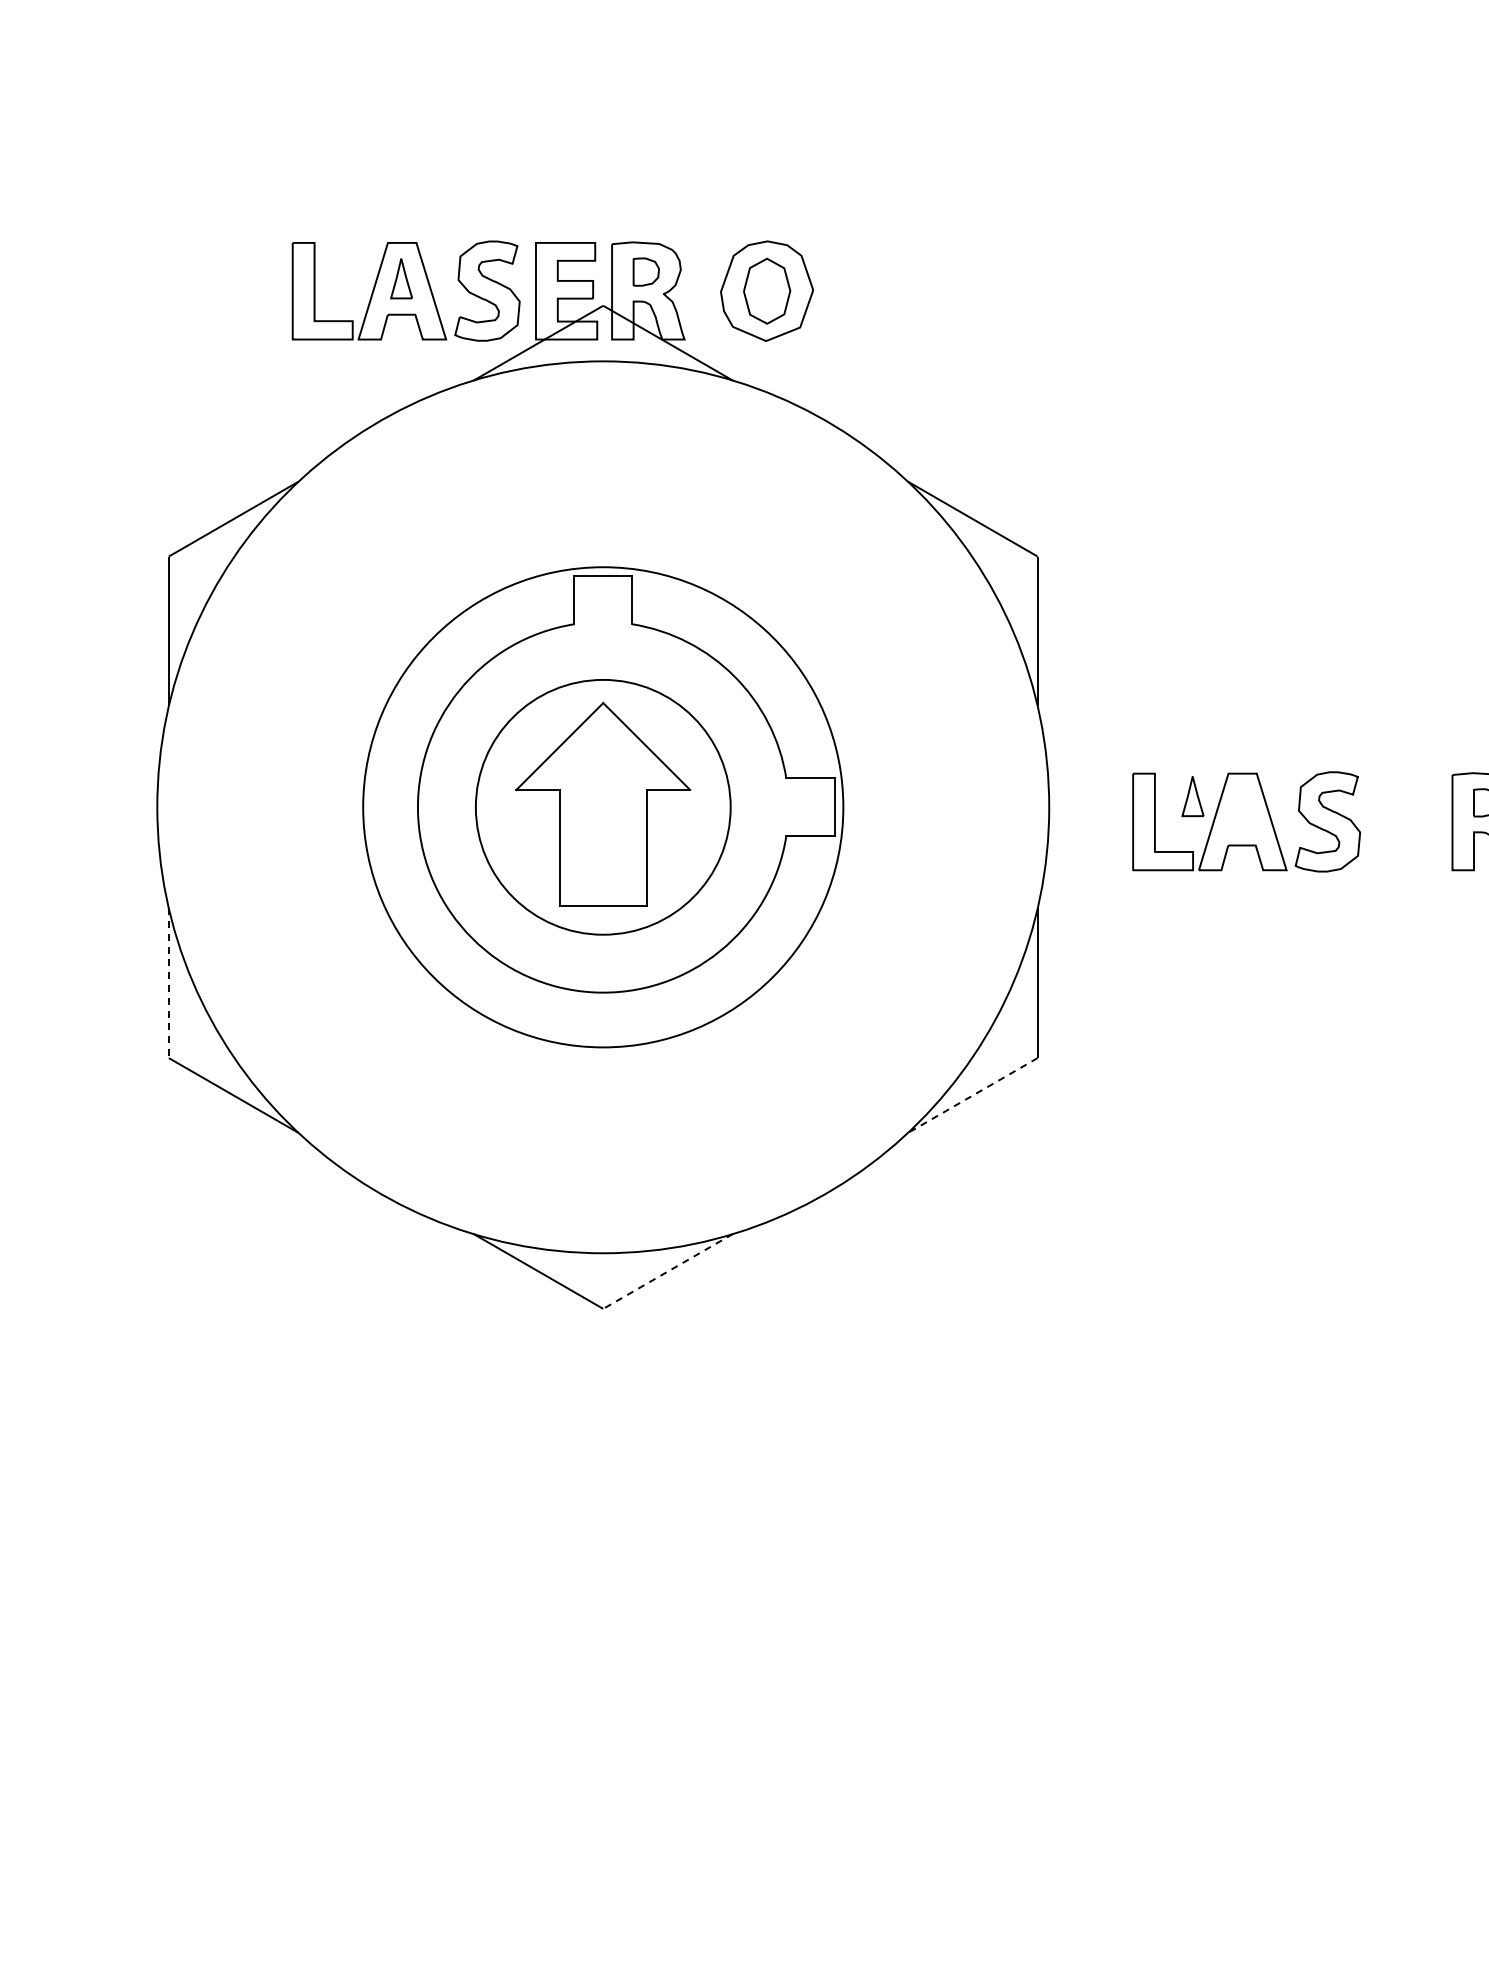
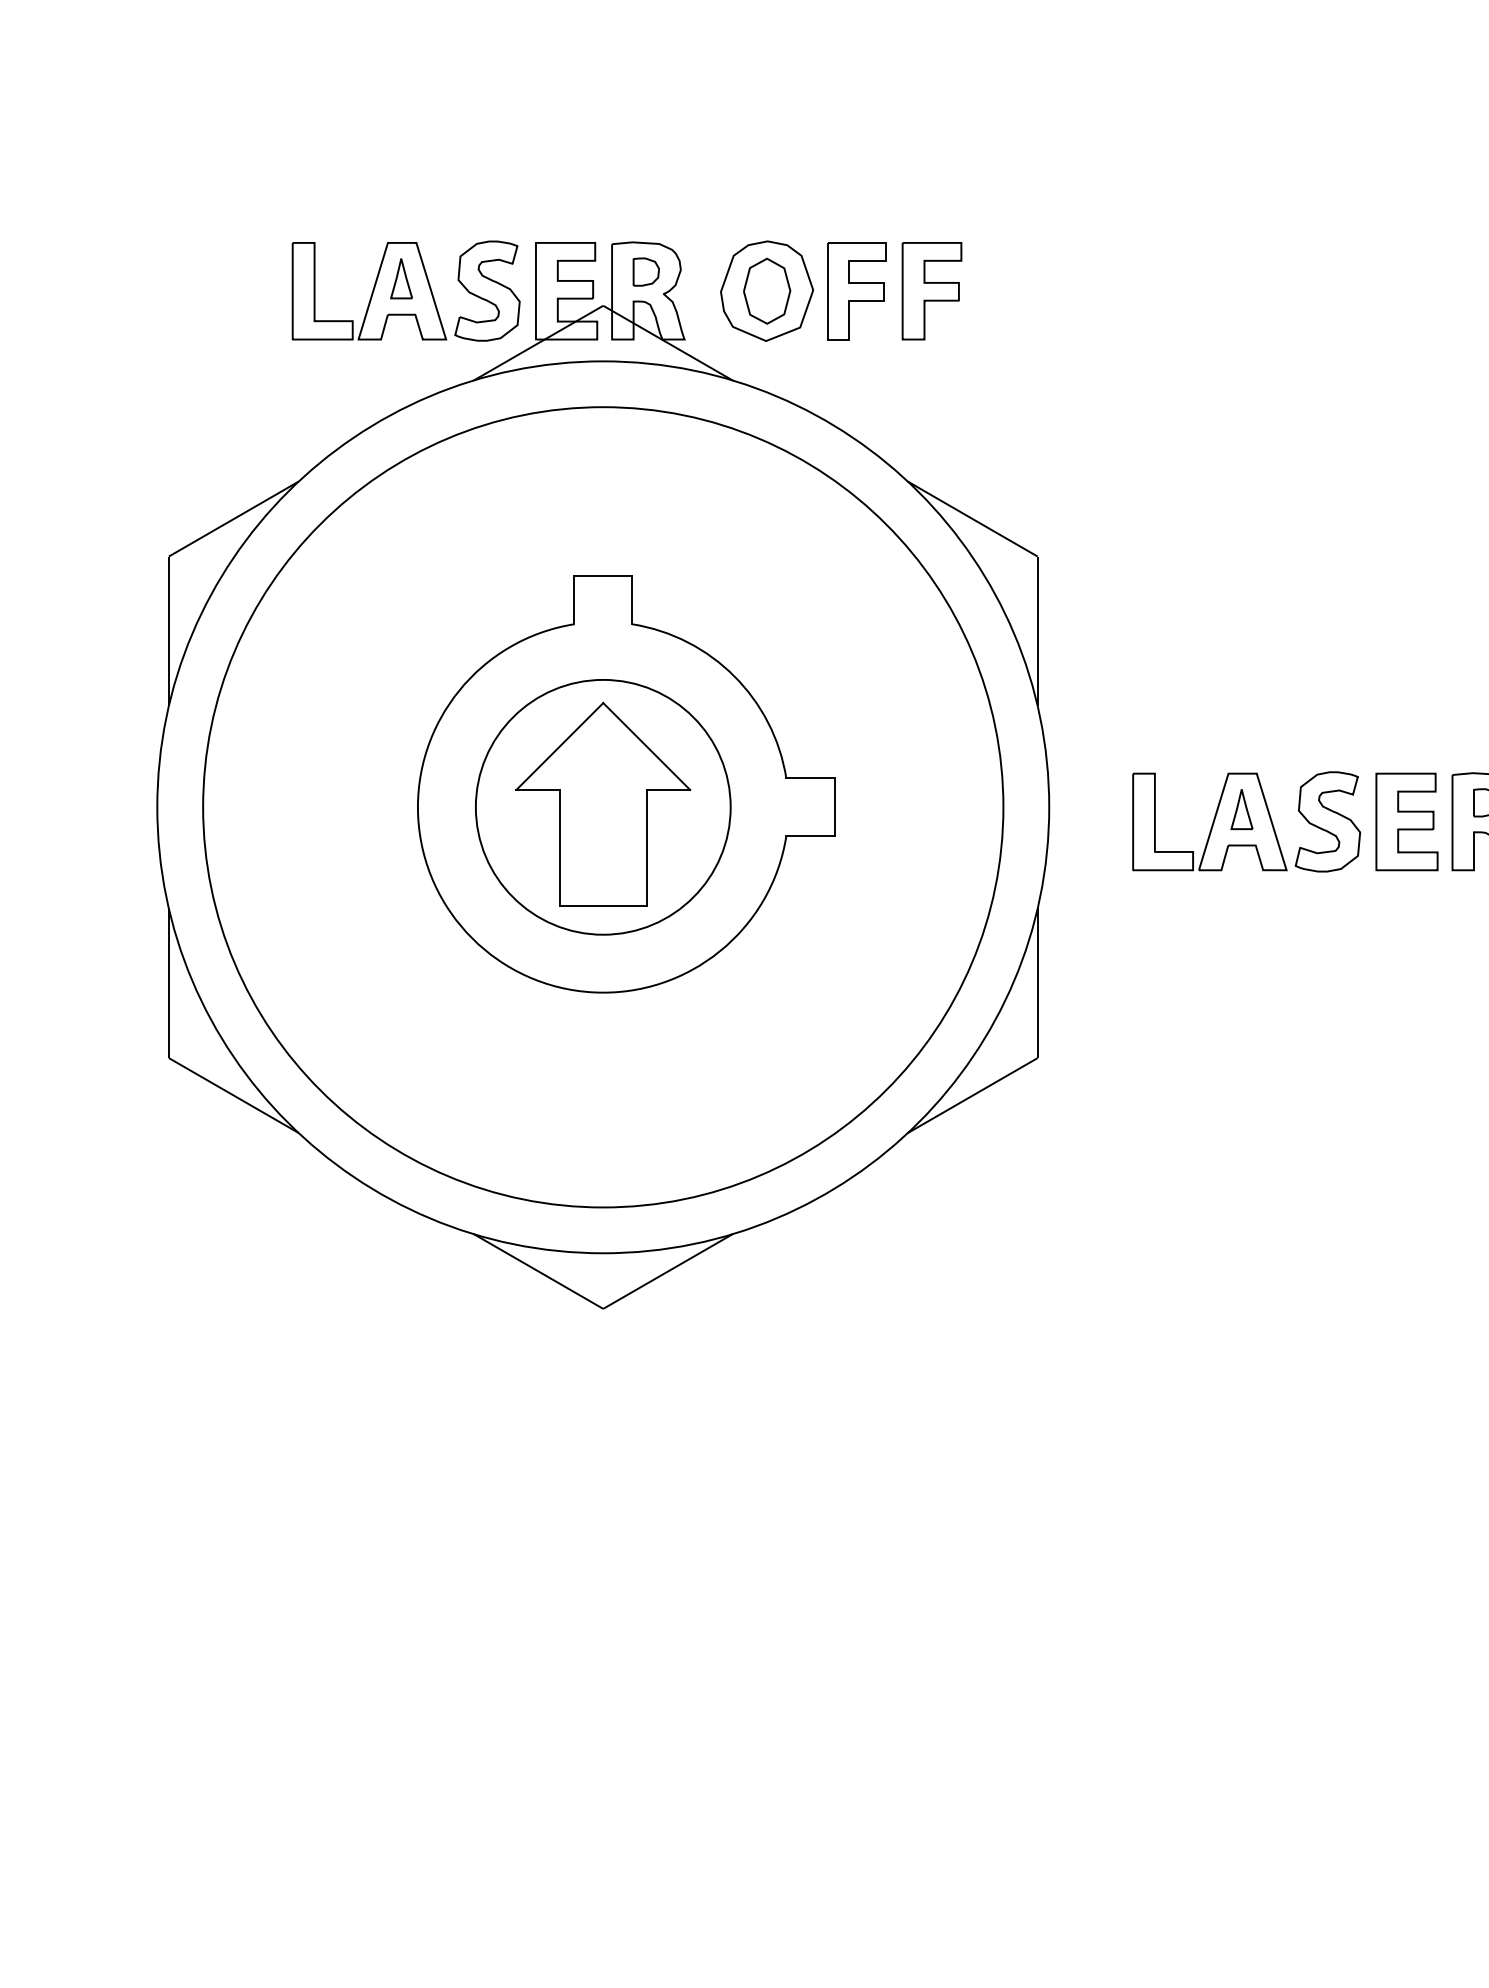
part at (856, 291): none -> present
part at (931, 291): none -> present
part at (1192, 796) position: (1192, 796) -> (1241, 809)
circle at (603, 807) diameter: 480 px -> 800 px
part at (1406, 821): none -> present
line at (168, 983): dashed -> solid
line at (972, 1095): dashed -> solid
line at (667, 1271): dashed -> solid
